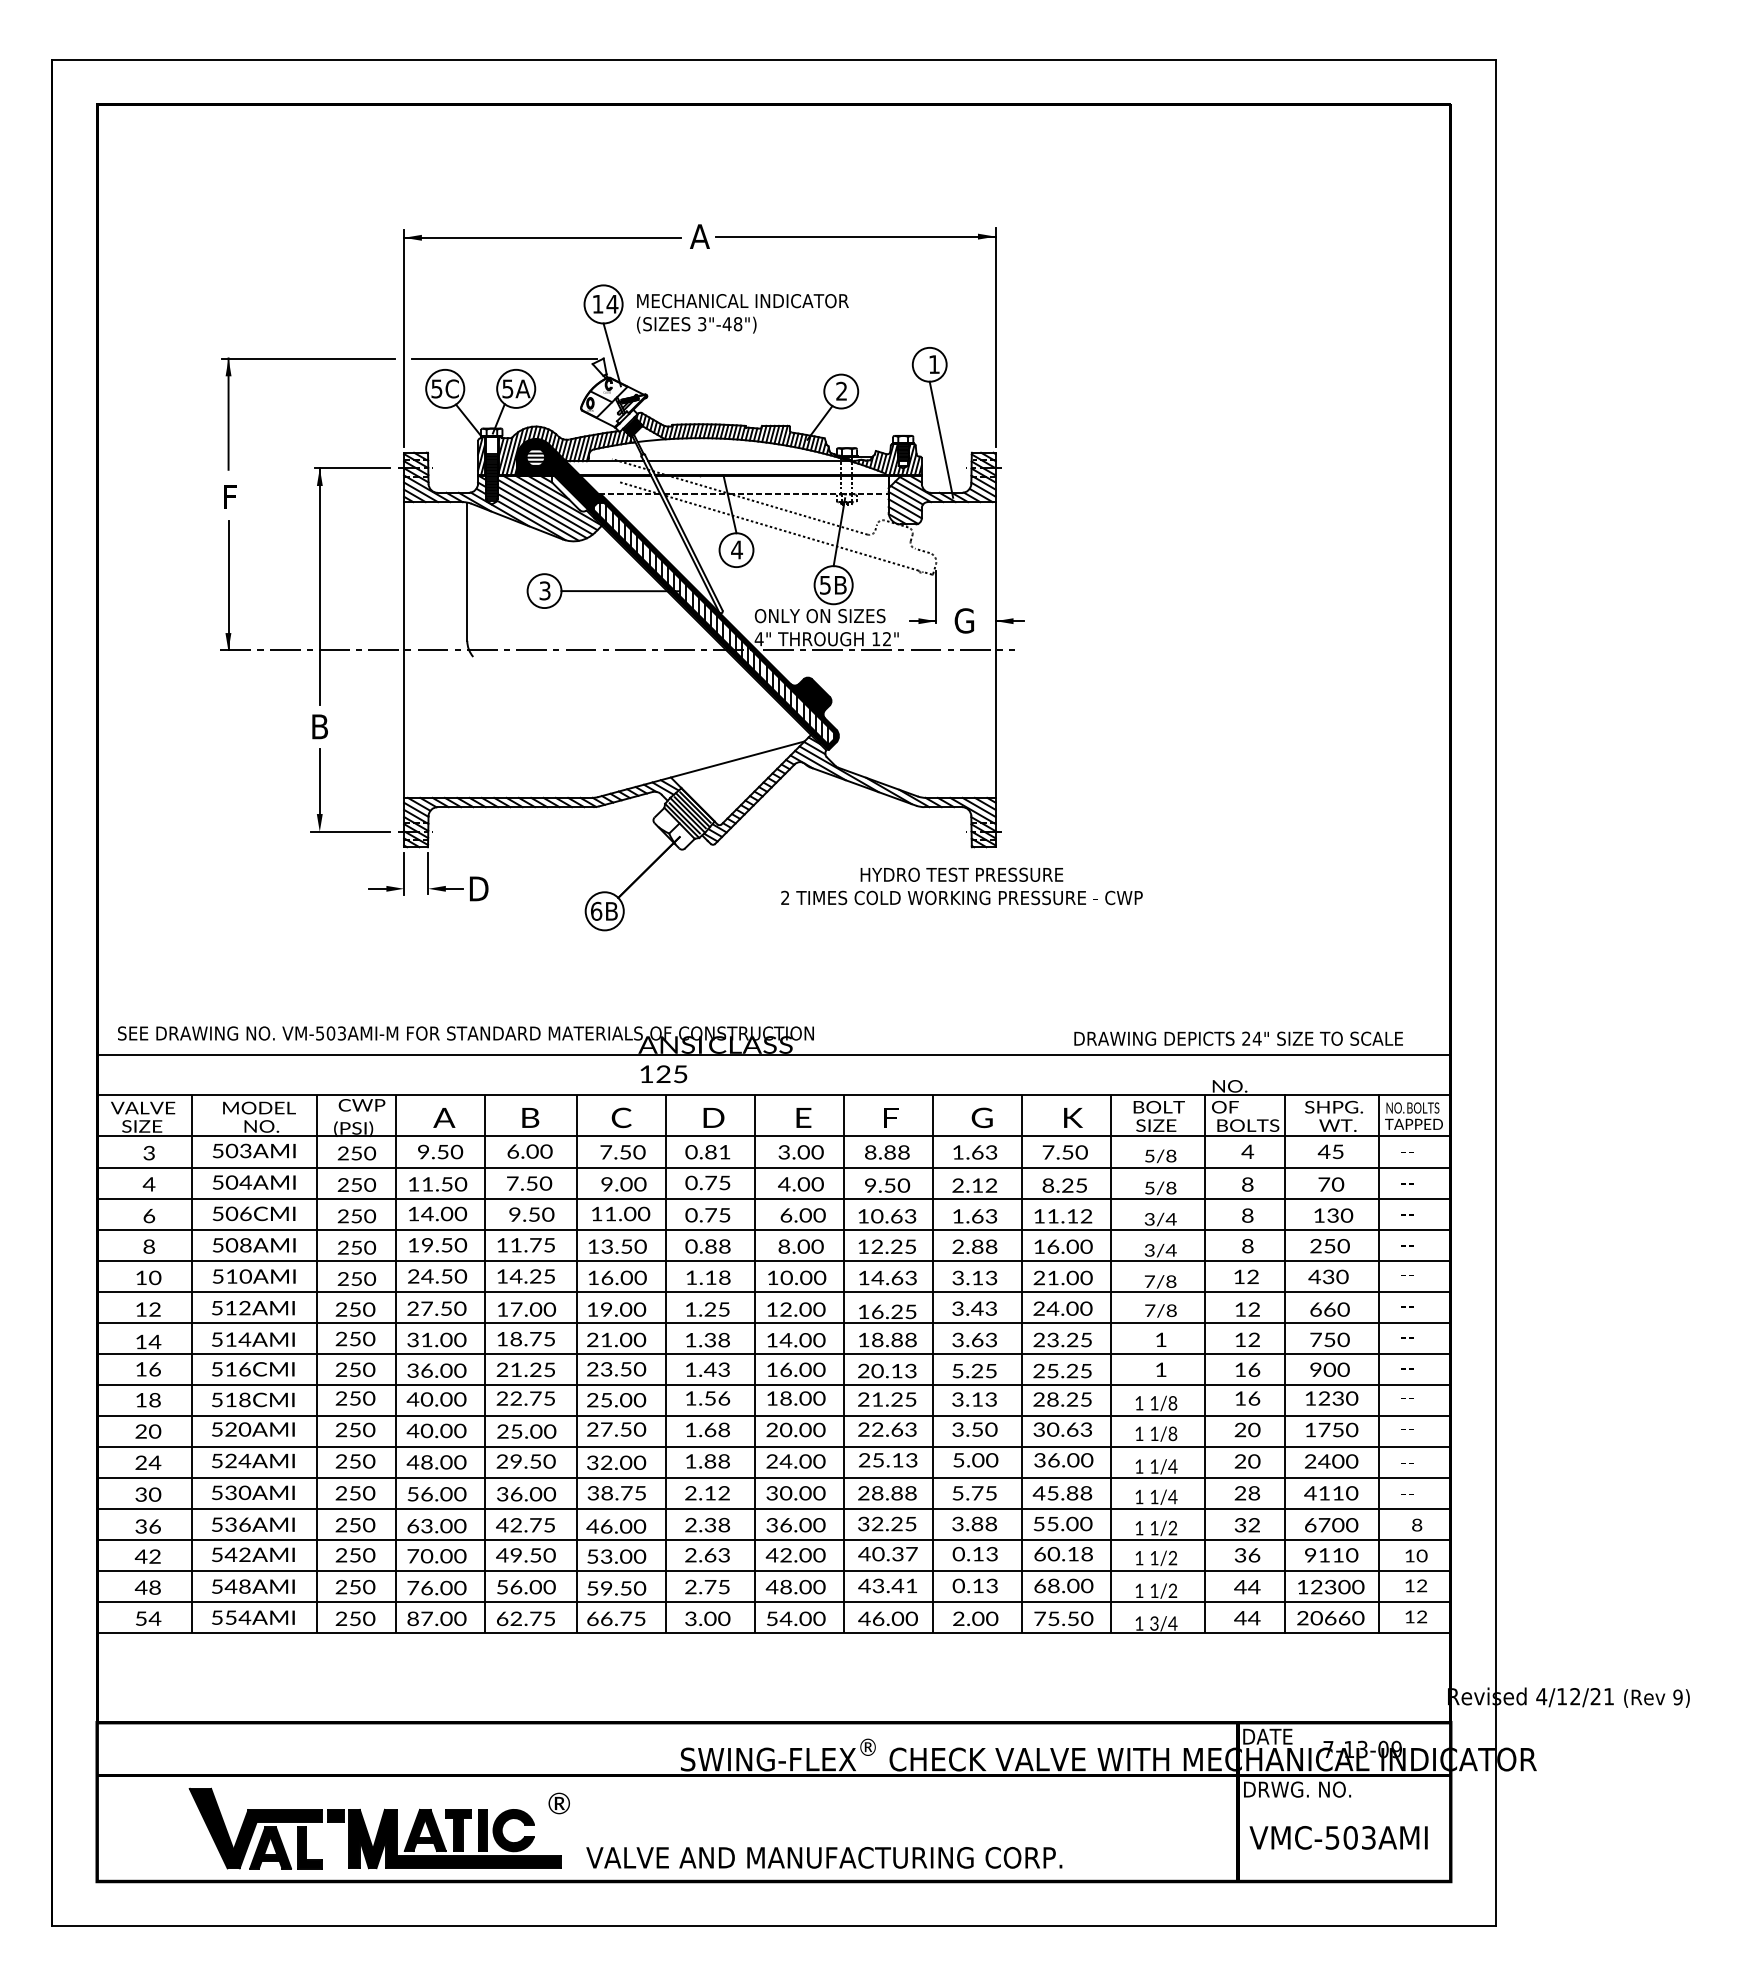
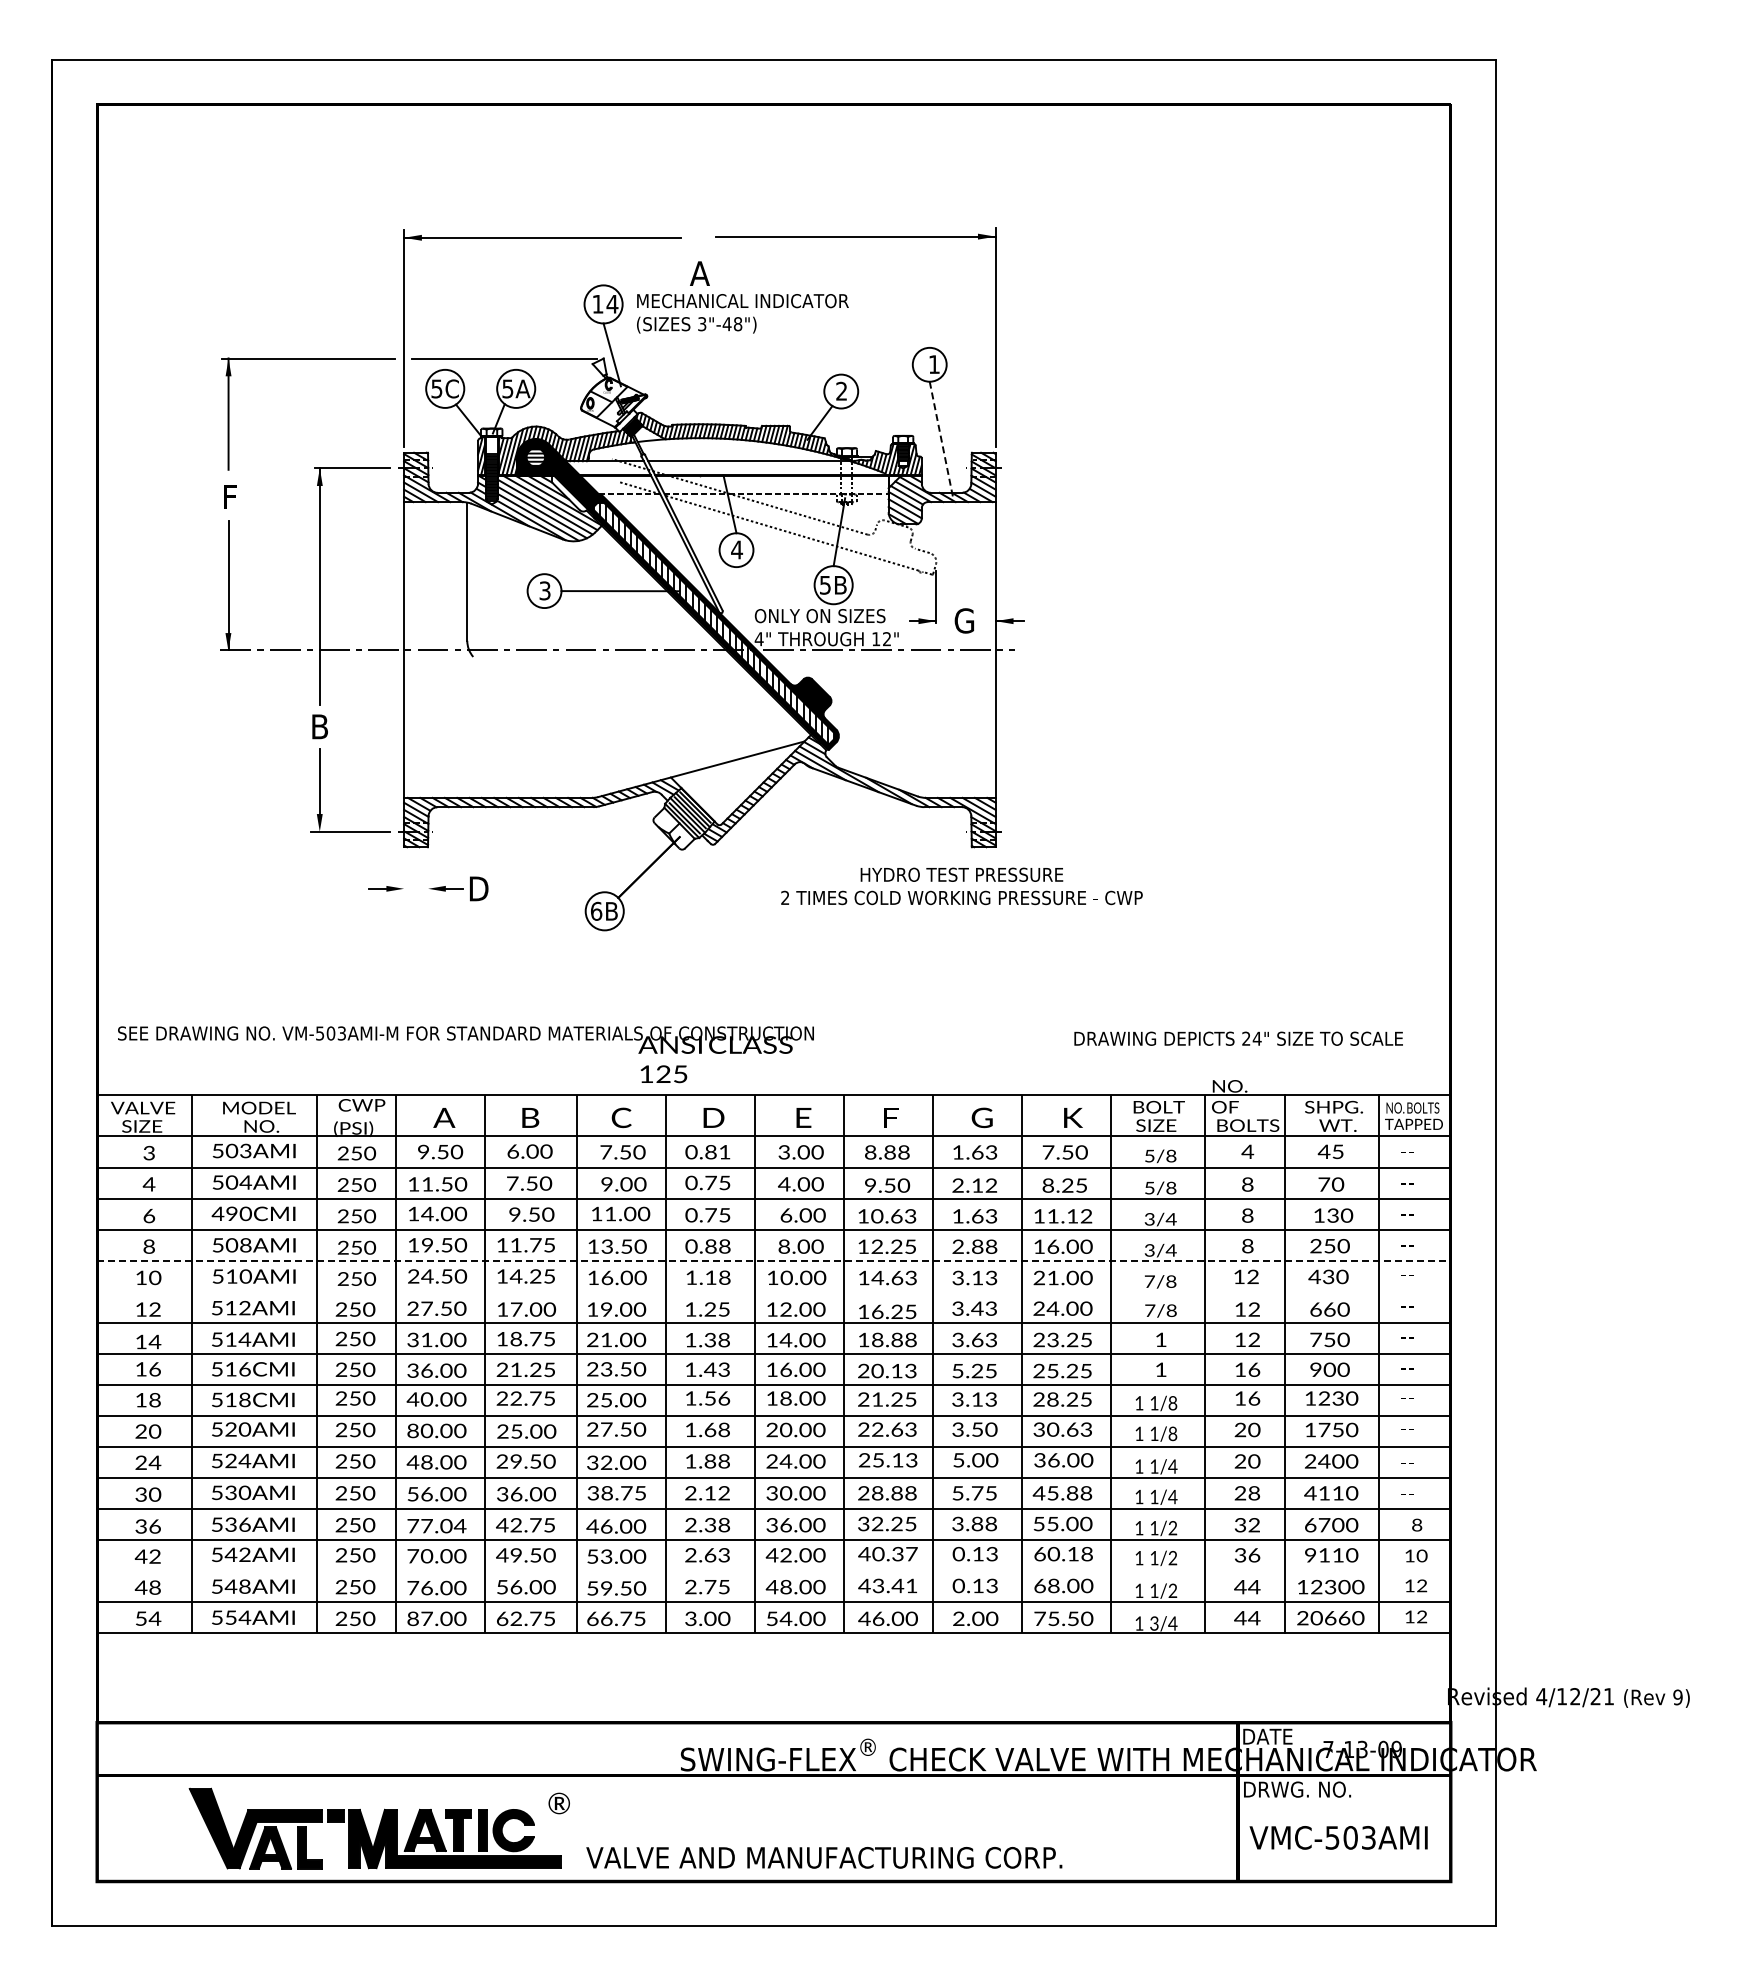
text at (699, 236) position: (699, 236) -> (699, 273)
line at (941, 440): solid -> dashed
line at (404, 873): present -> none
line at (428, 873): present -> none
line at (773, 1054): present -> none
text at (231, 1213): 506CMI -> 490CMI
line at (774, 1260): solid -> dashed
line at (773, 1291): present -> none
text at (412, 1430): 40.00 -> 80.00
text at (436, 1525): 63.00 -> 77.04
line at (773, 1571): present -> none
